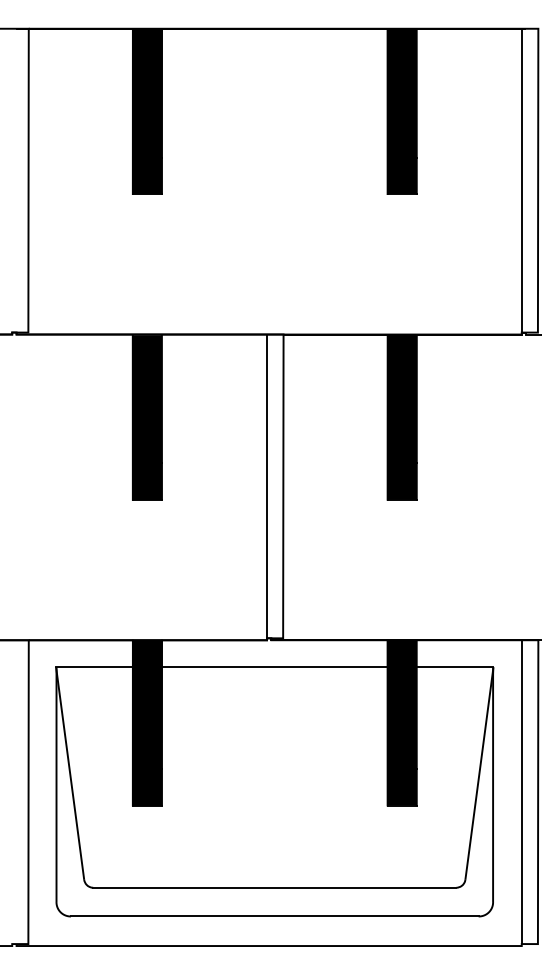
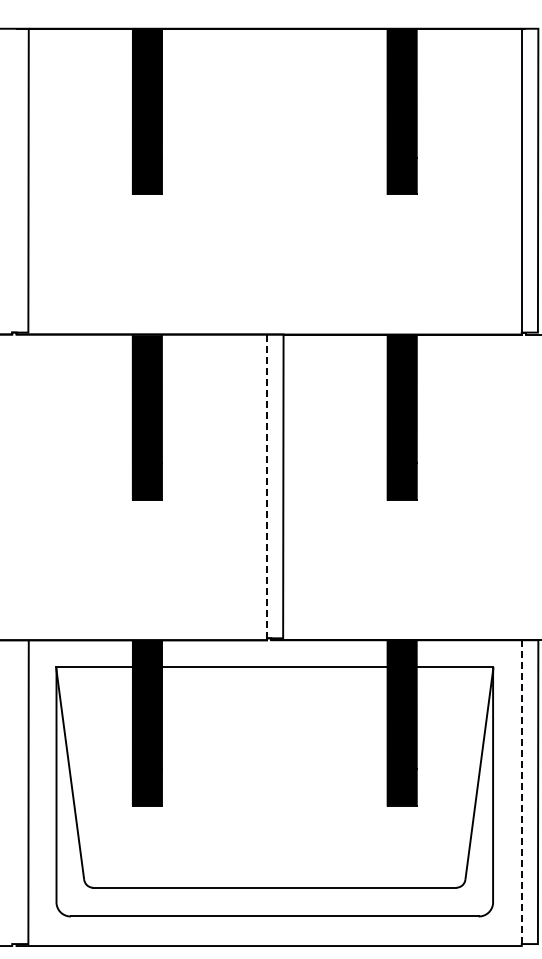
line at (267, 486): solid -> dashed
line at (522, 792): solid -> dashed
